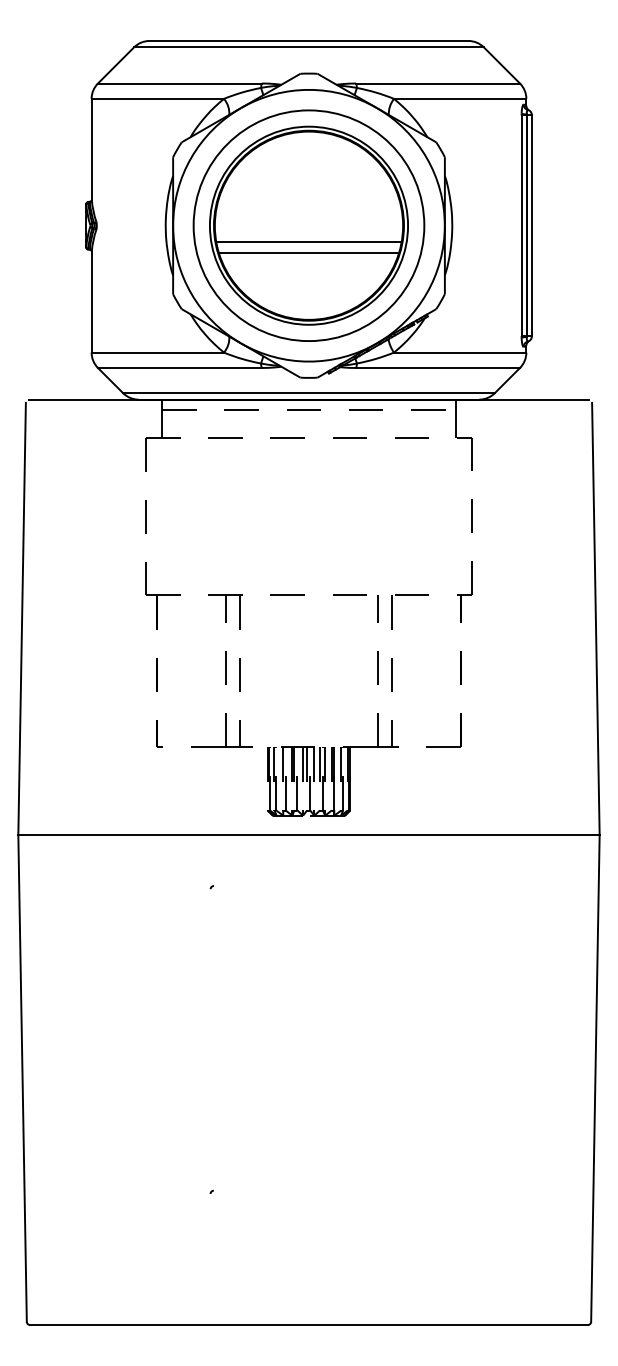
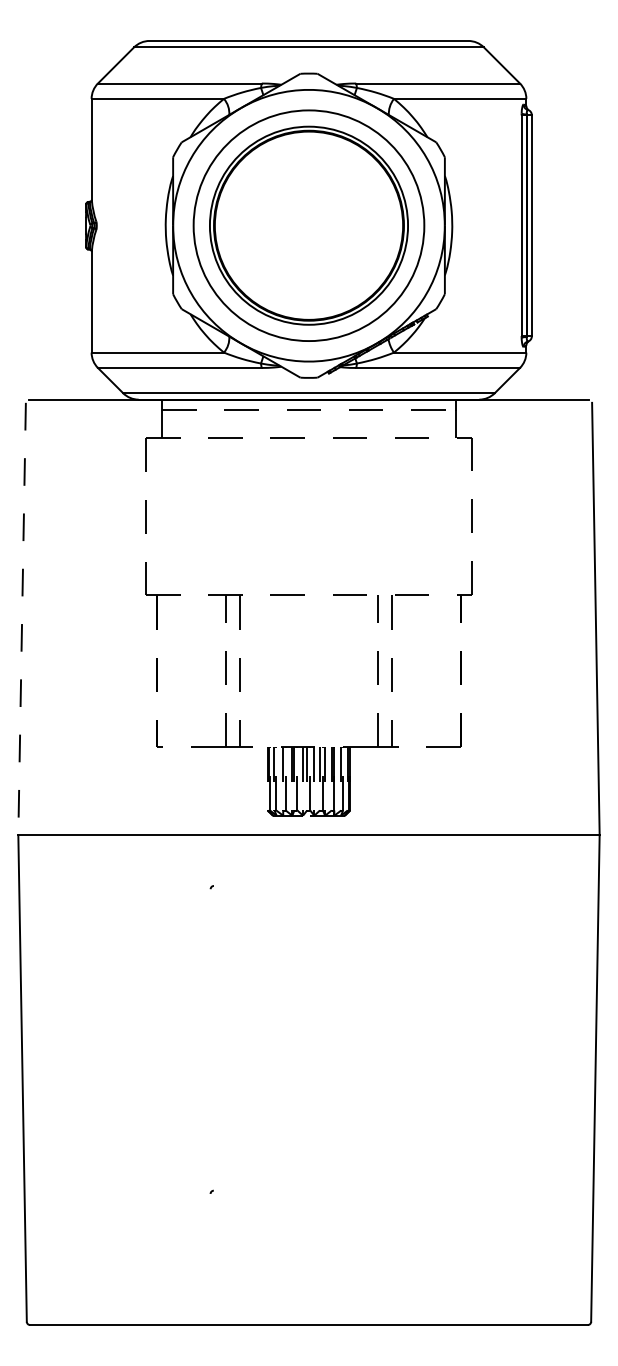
line at (308, 242): present -> none
line at (308, 252): present -> none
line at (22, 619): solid -> dashed
